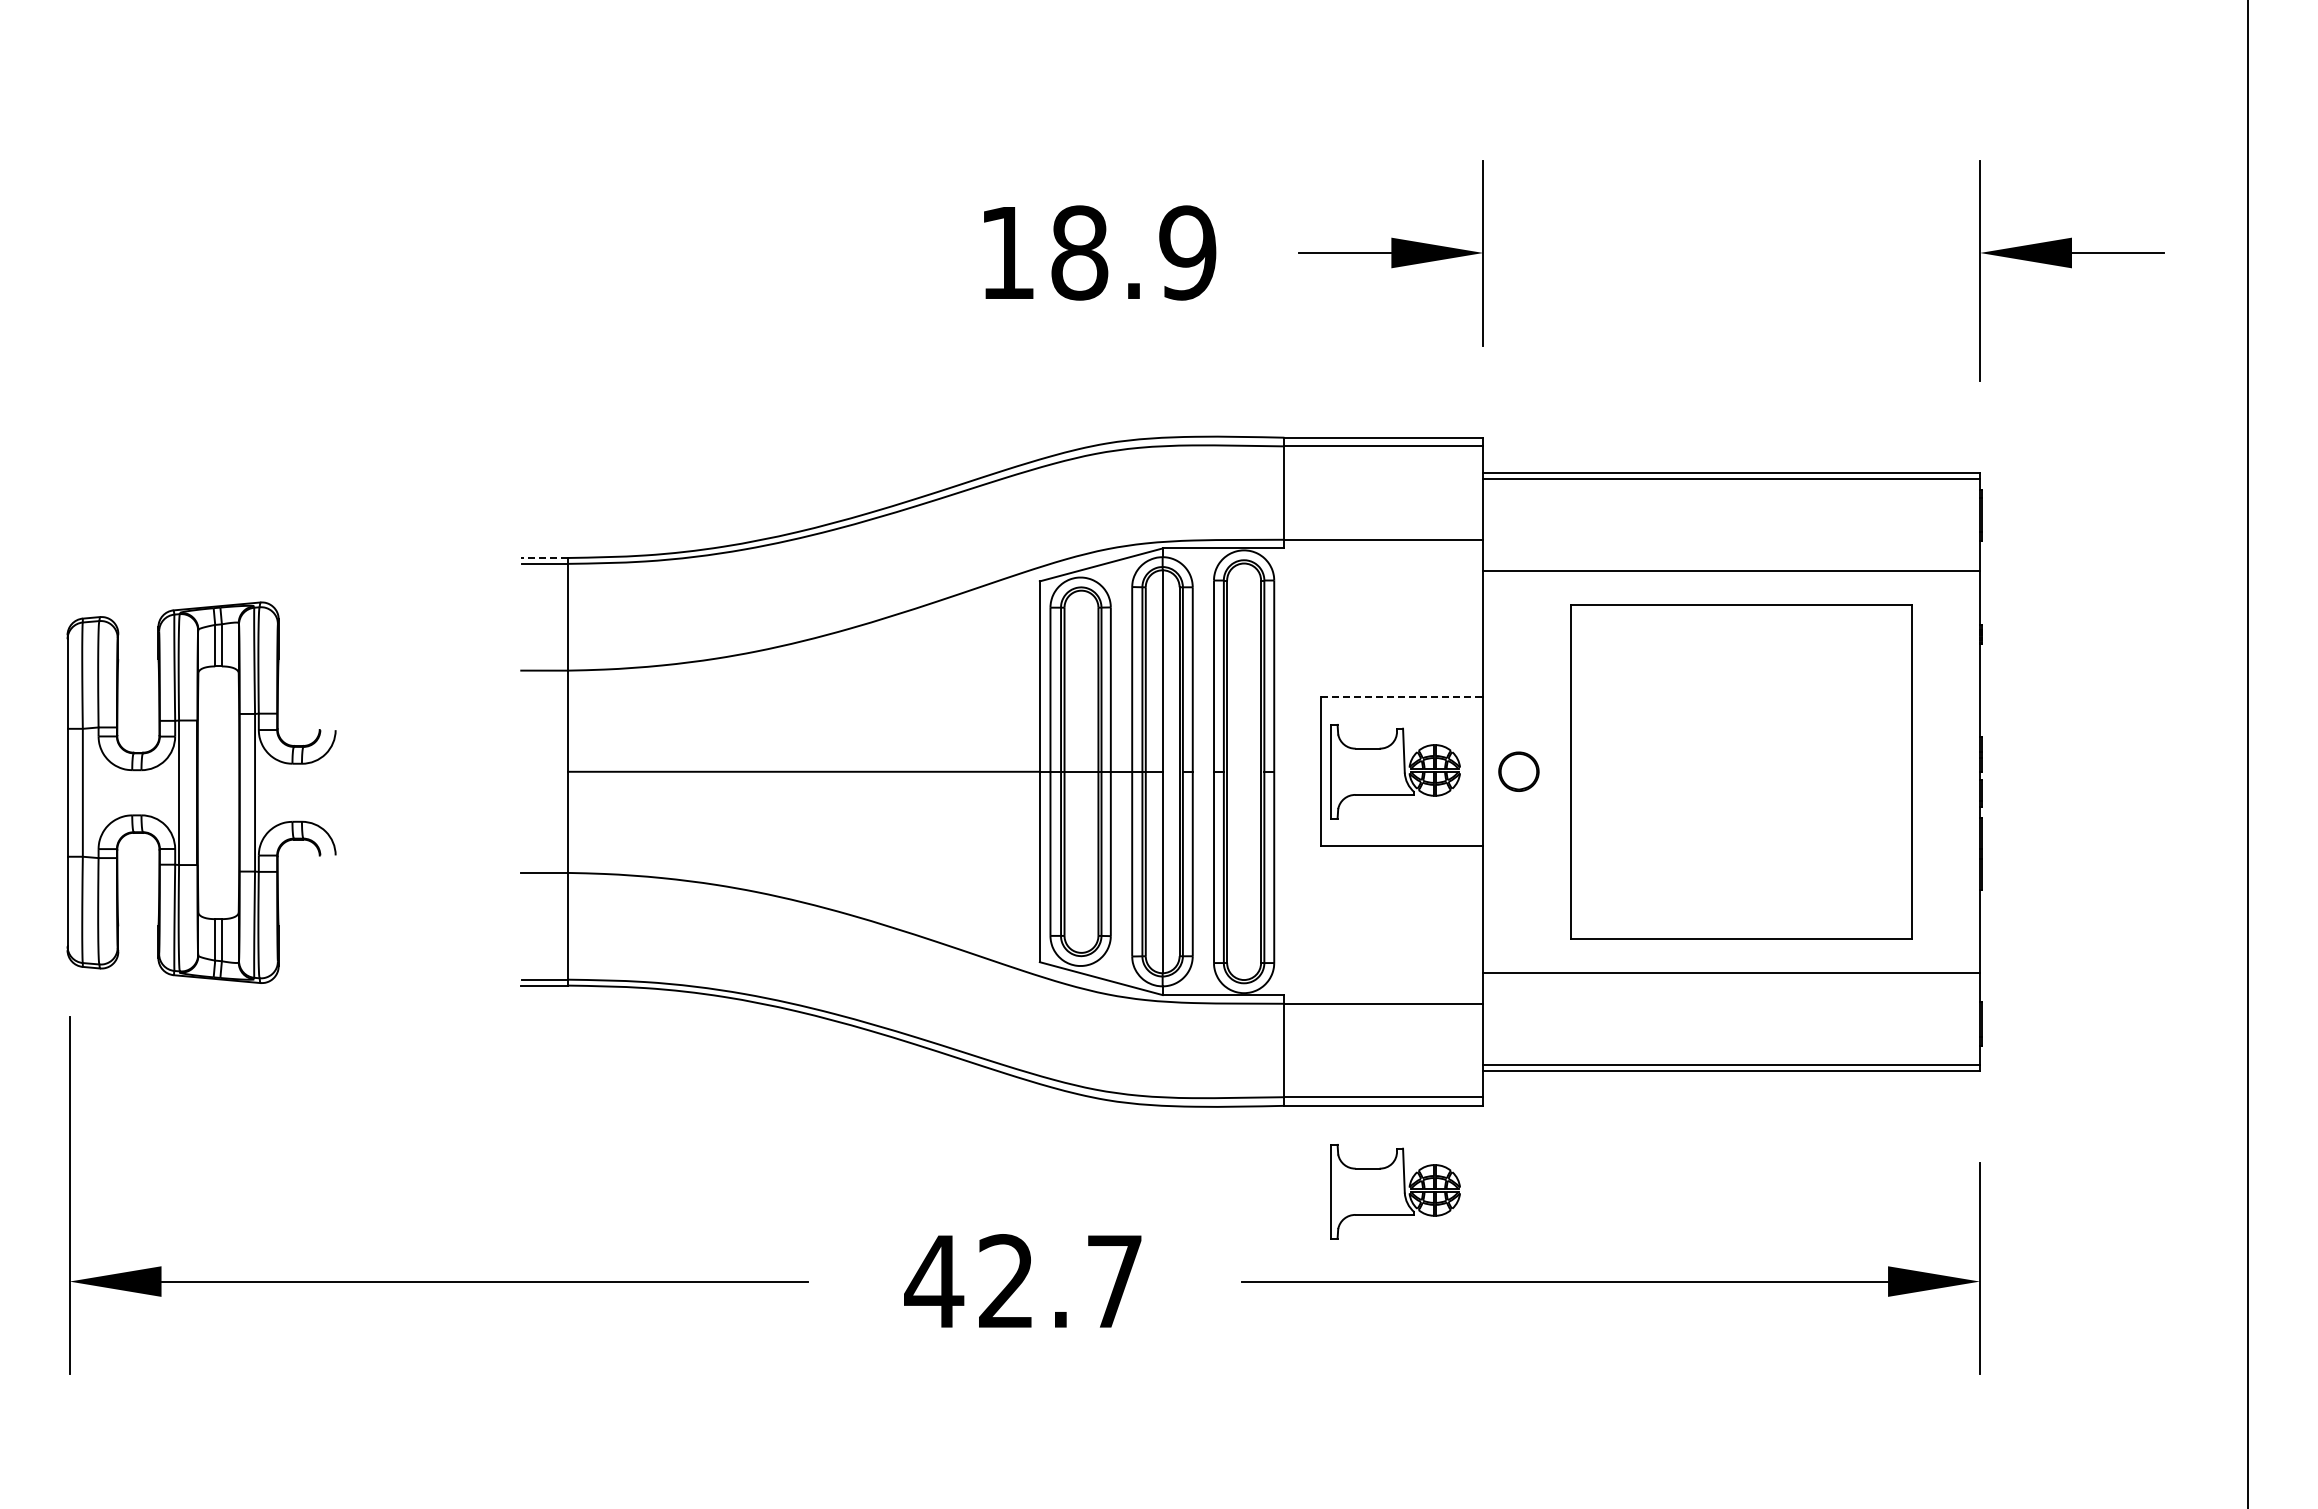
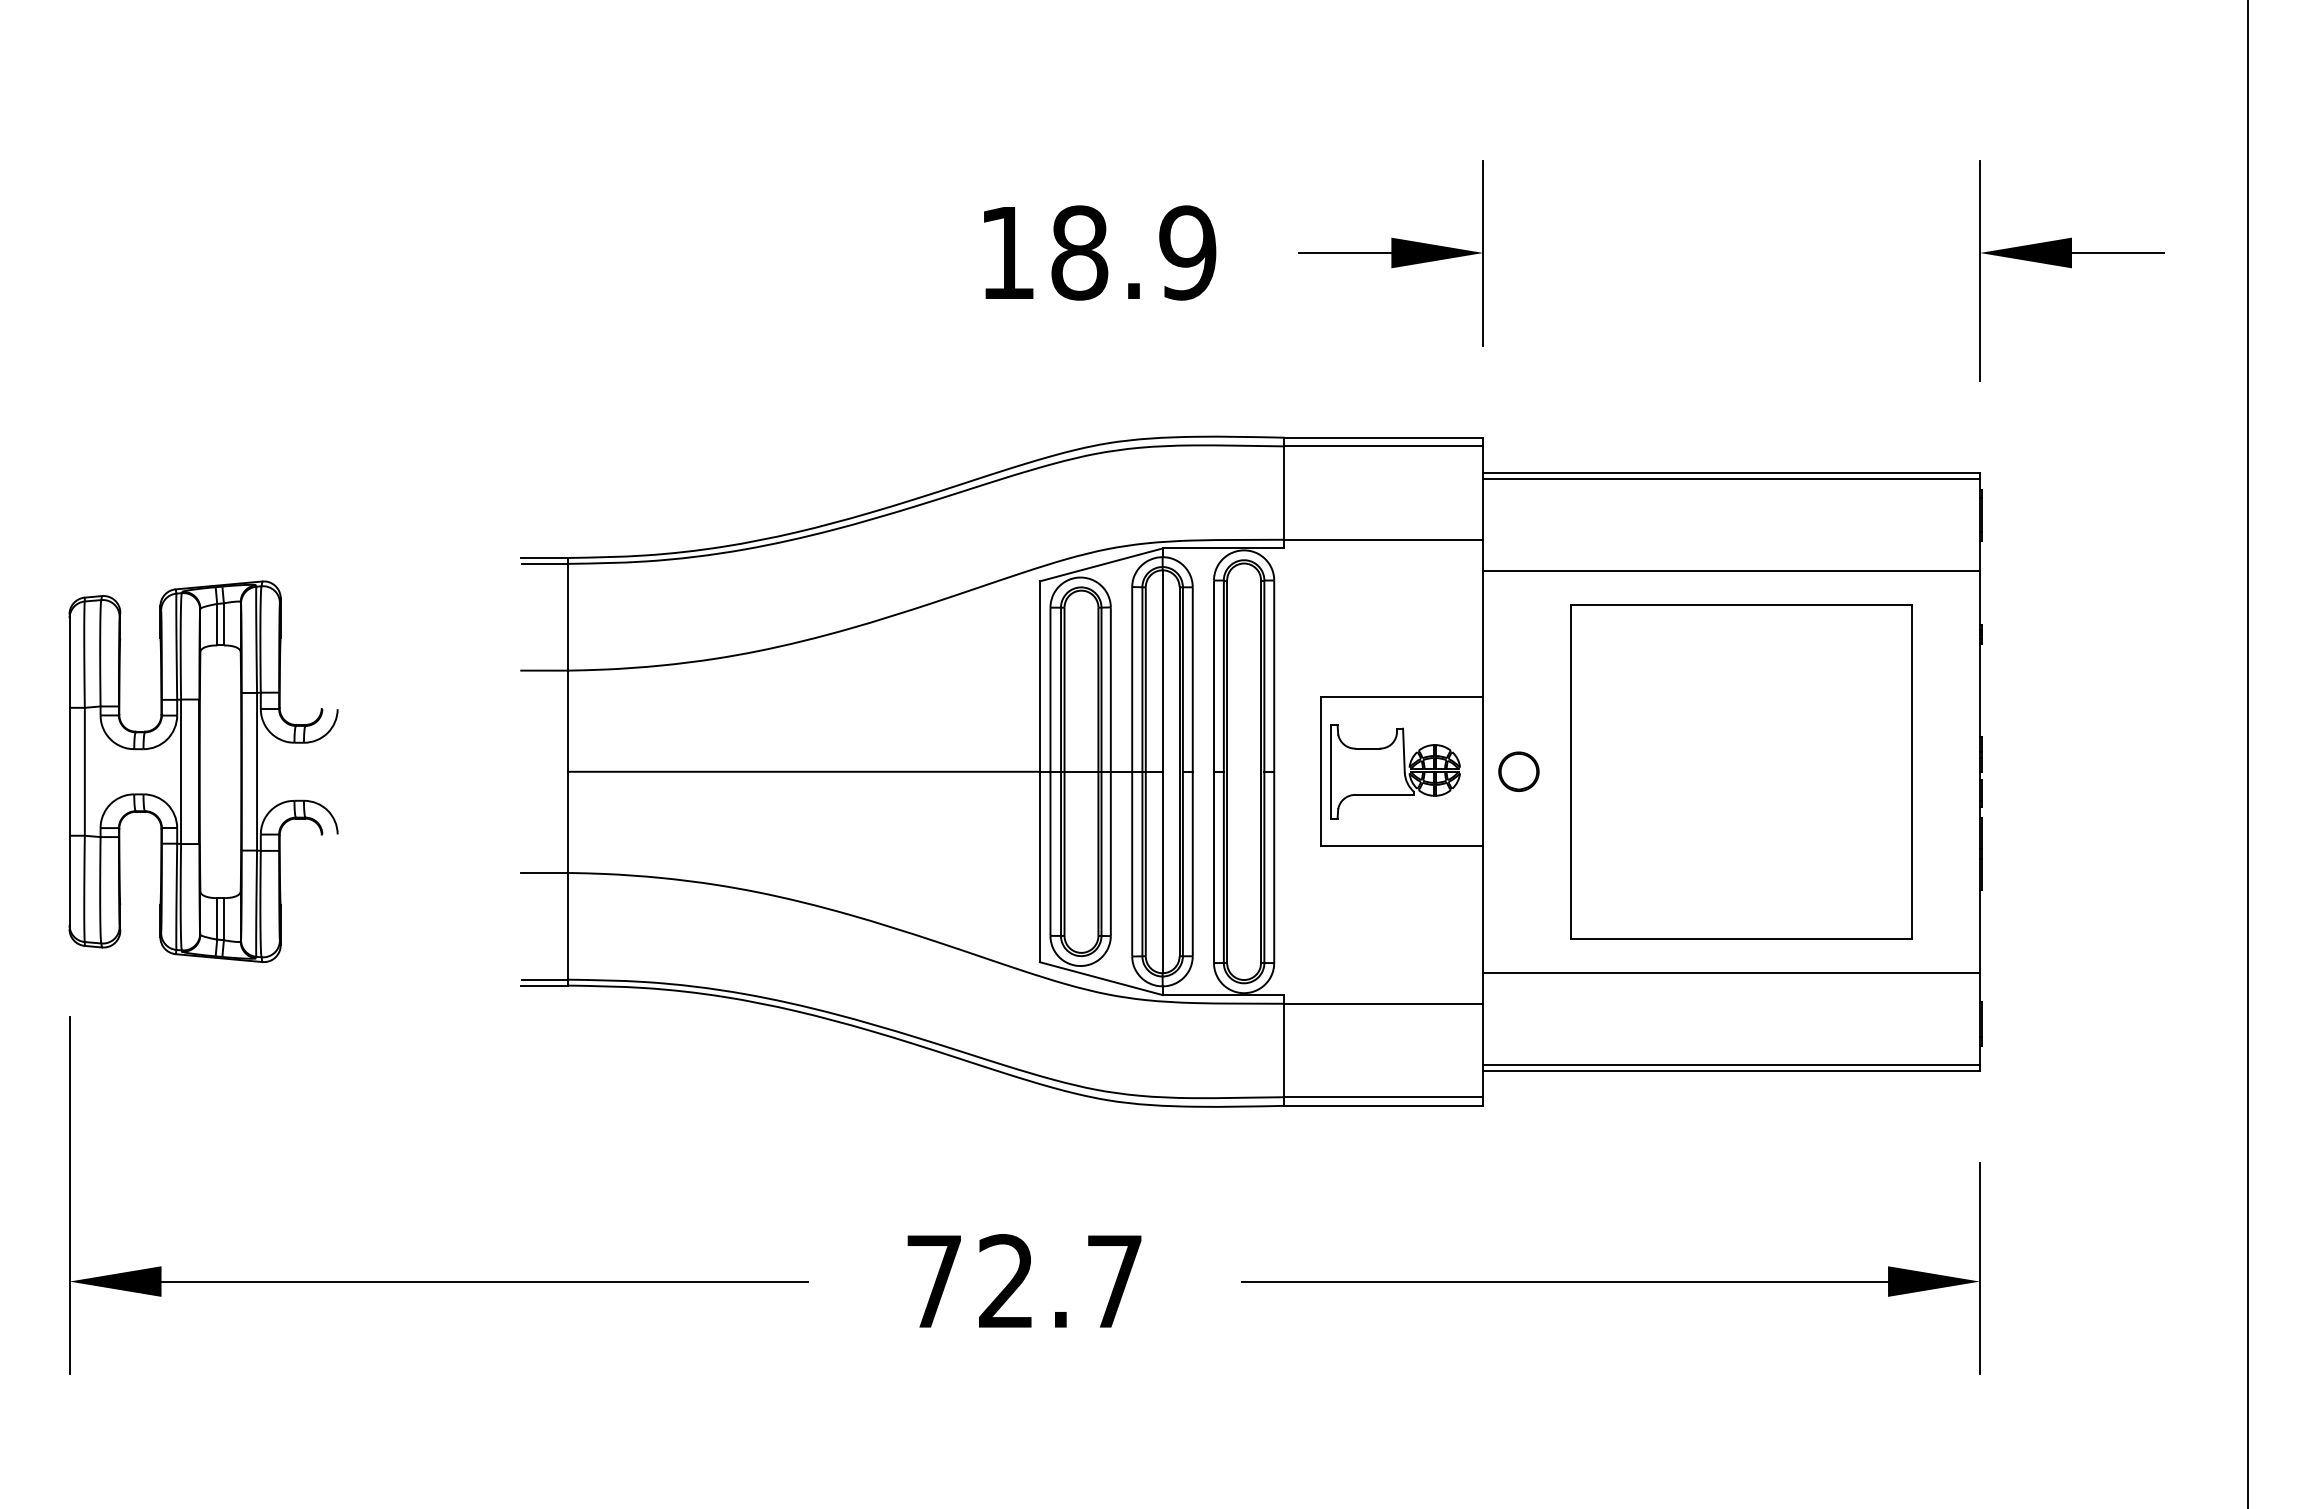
line at (544, 557): dashed -> solid
line at (1402, 697): dashed -> solid
part at (201, 792) position: (201, 792) -> (203, 771)
part at (1395, 1191): present -> none
text at (934, 1281): 42.7 -> 72.7
